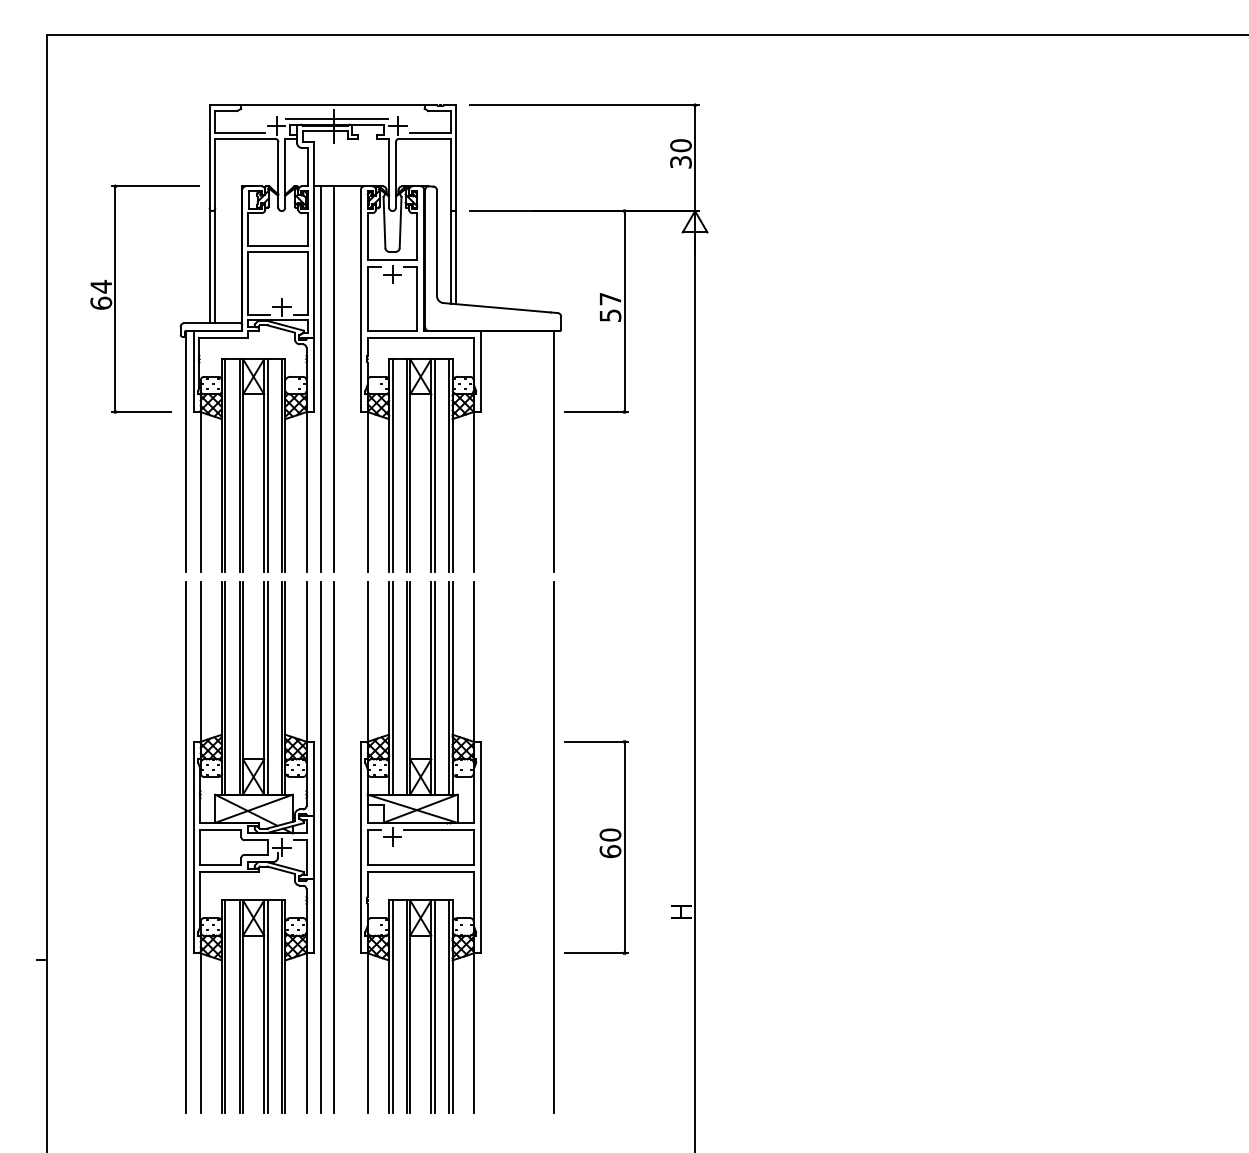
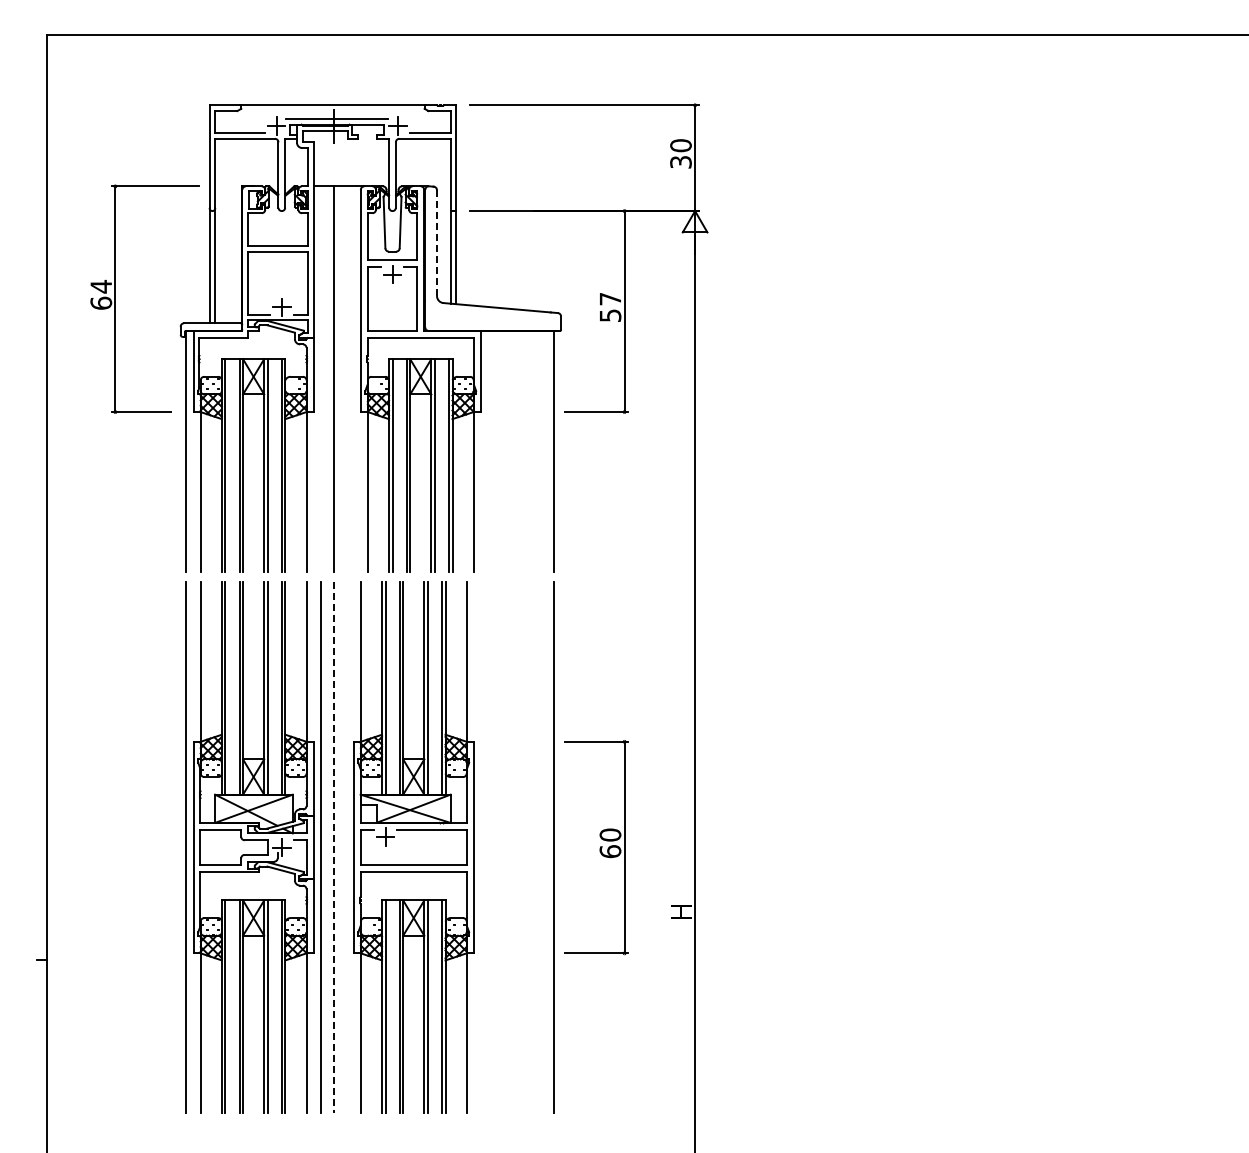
line at (436, 243): solid -> dashed
line at (321, 378): present -> none
part at (420, 847) position: (420, 847) -> (413, 847)
line at (333, 848): solid -> dashed
